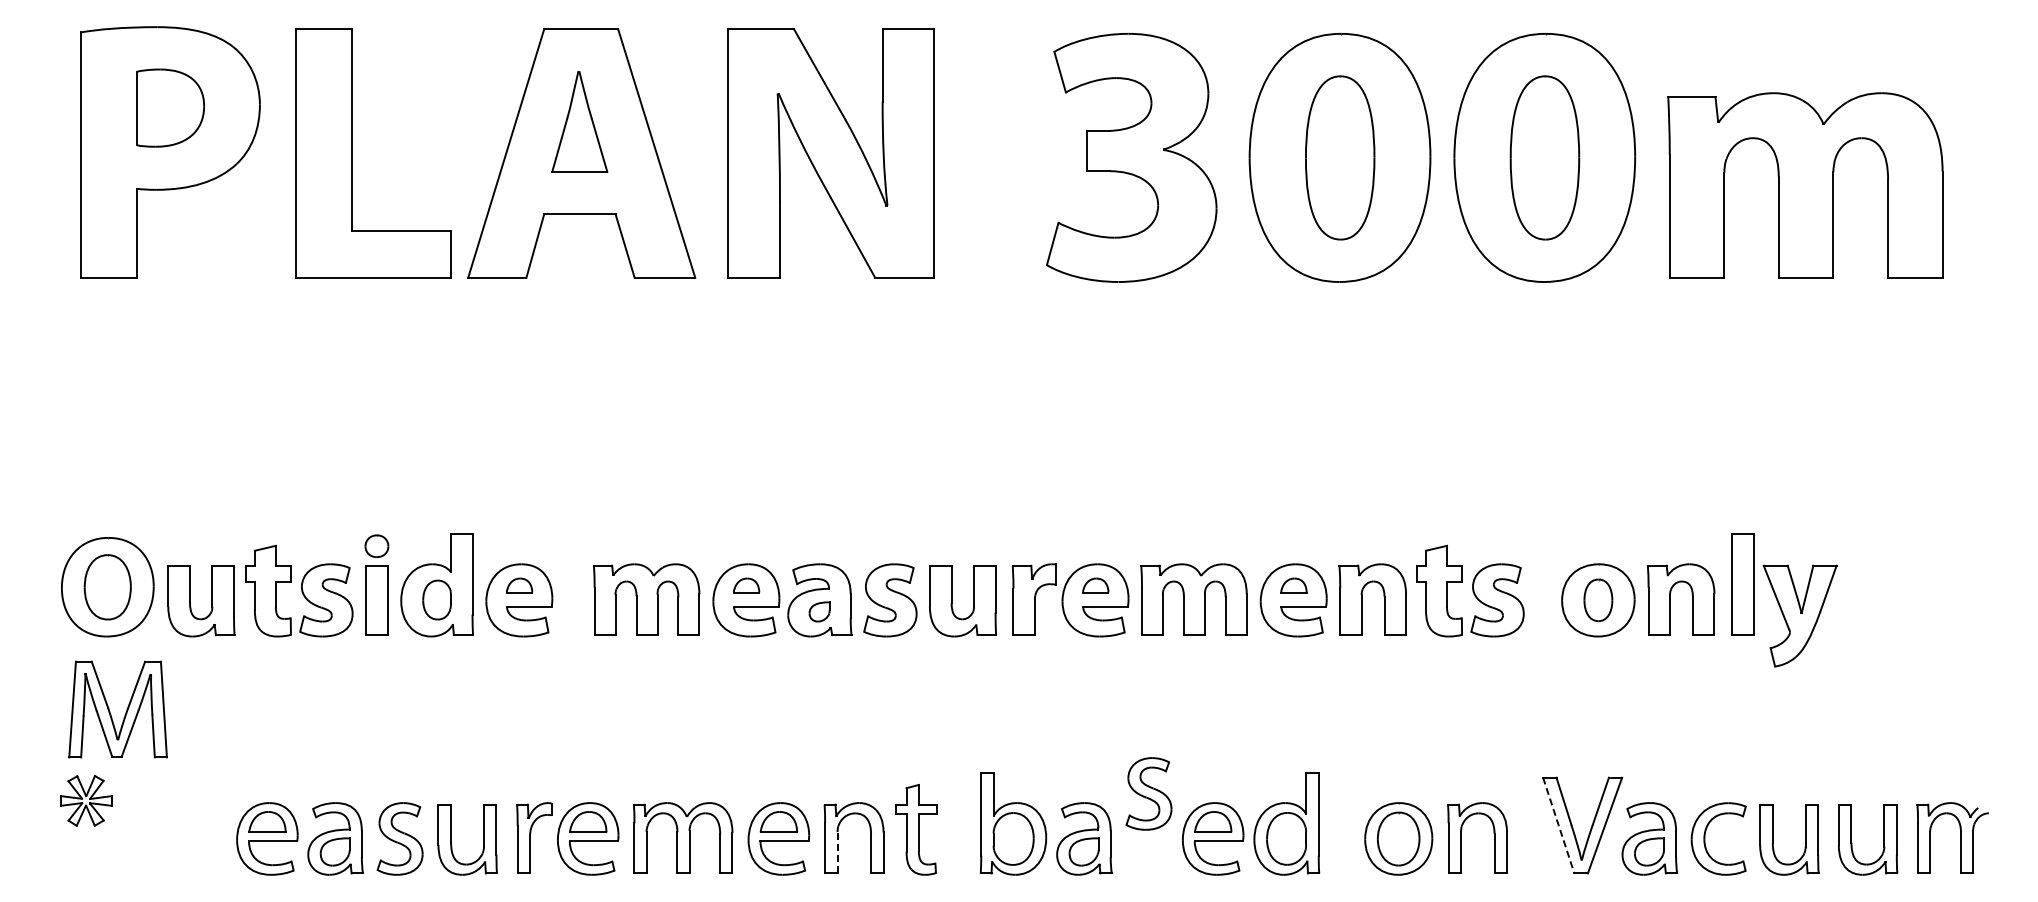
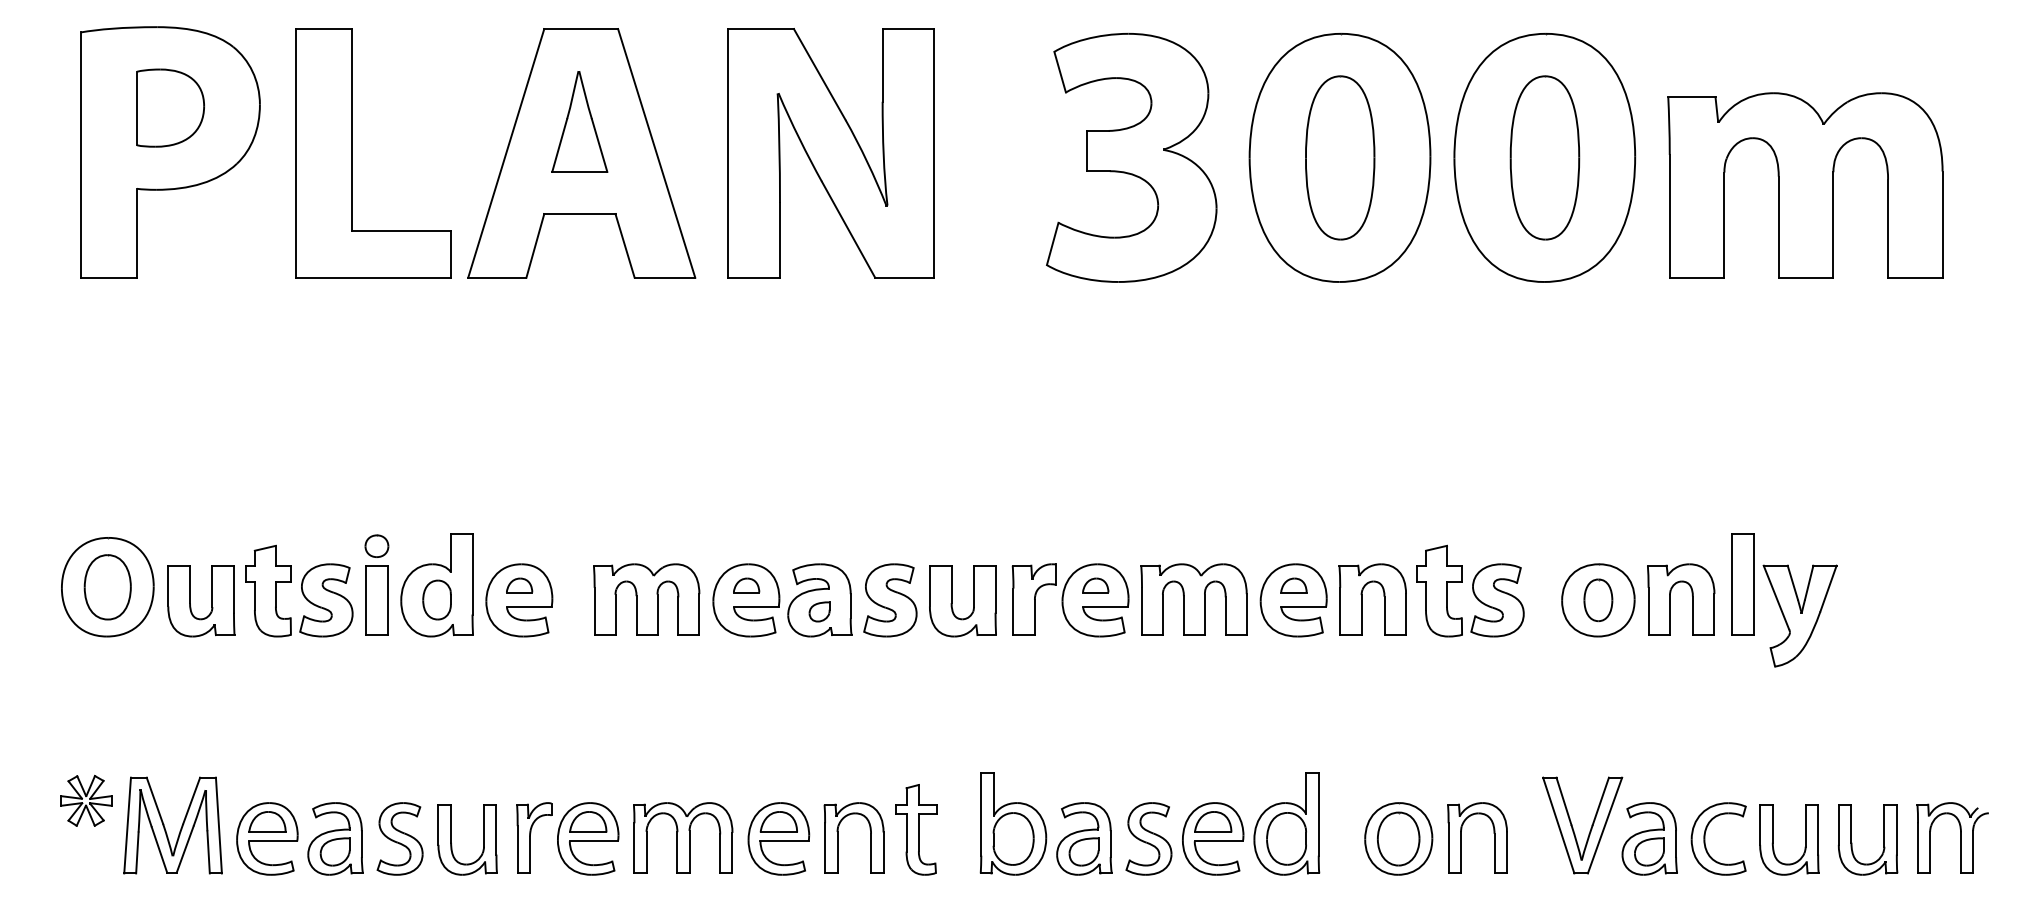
part at (110, 711) position: (110, 711) -> (165, 827)
part at (1148, 793) position: (1148, 793) -> (1148, 838)
line at (1558, 826): dashed -> solid
line at (837, 852): dashed -> solid
